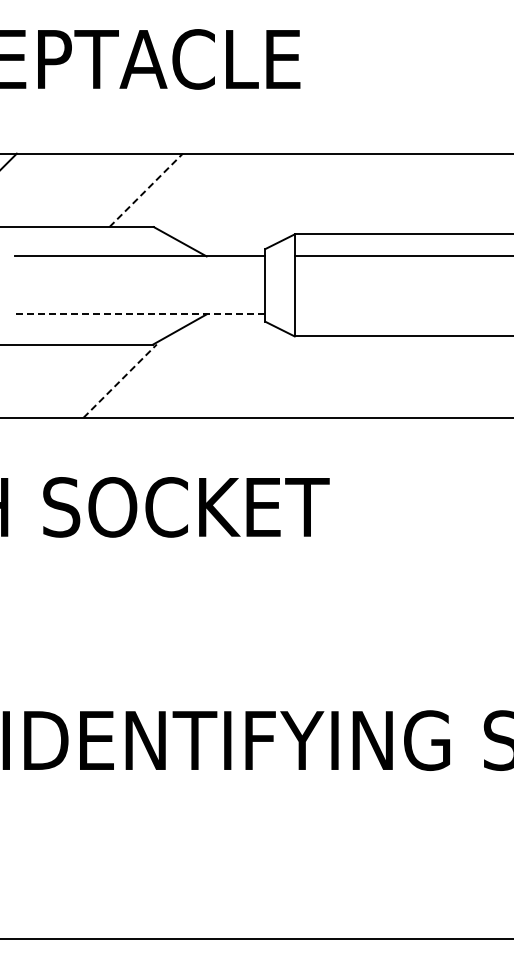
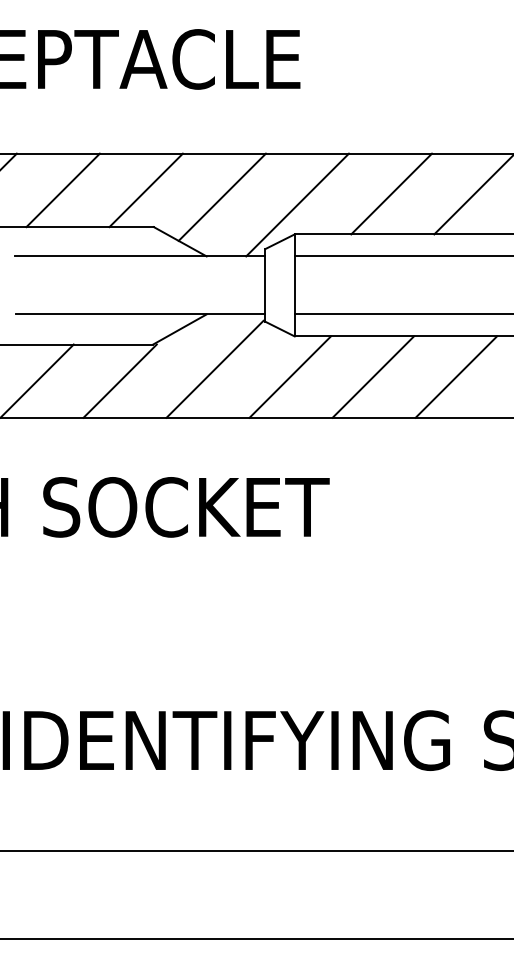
line at (62, 190): none -> present
line at (146, 190): dashed -> solid
line at (391, 193): none -> present
line at (472, 195): none -> present
line at (221, 196): none -> present
line at (297, 204): none -> present
line at (140, 314): dashed -> solid
line at (402, 314): none -> present
line at (214, 368): none -> present
line at (289, 376): none -> present
line at (372, 376): none -> present
line at (456, 376): none -> present
line at (37, 379): none -> present
line at (120, 381): dashed -> solid
line at (256, 850): none -> present
